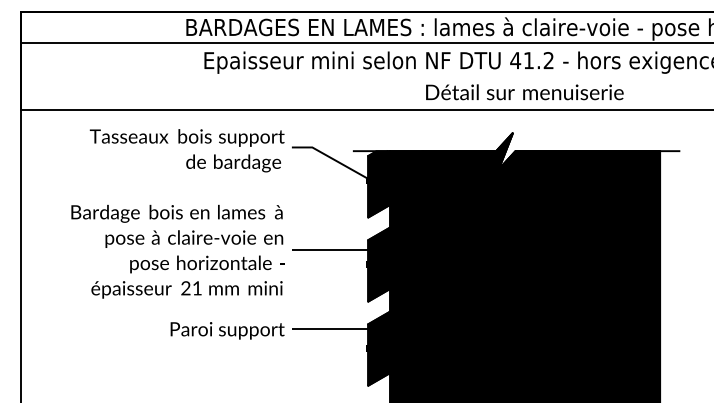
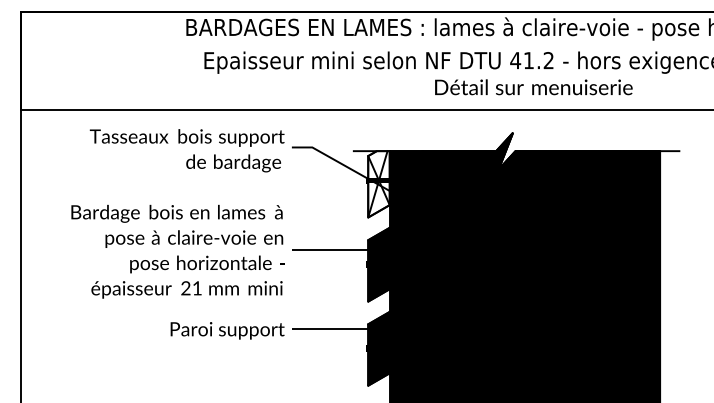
line at (365, 42): present -> none
text at (524, 92) position: (524, 92) -> (533, 87)
fill at (378, 184): present -> none
